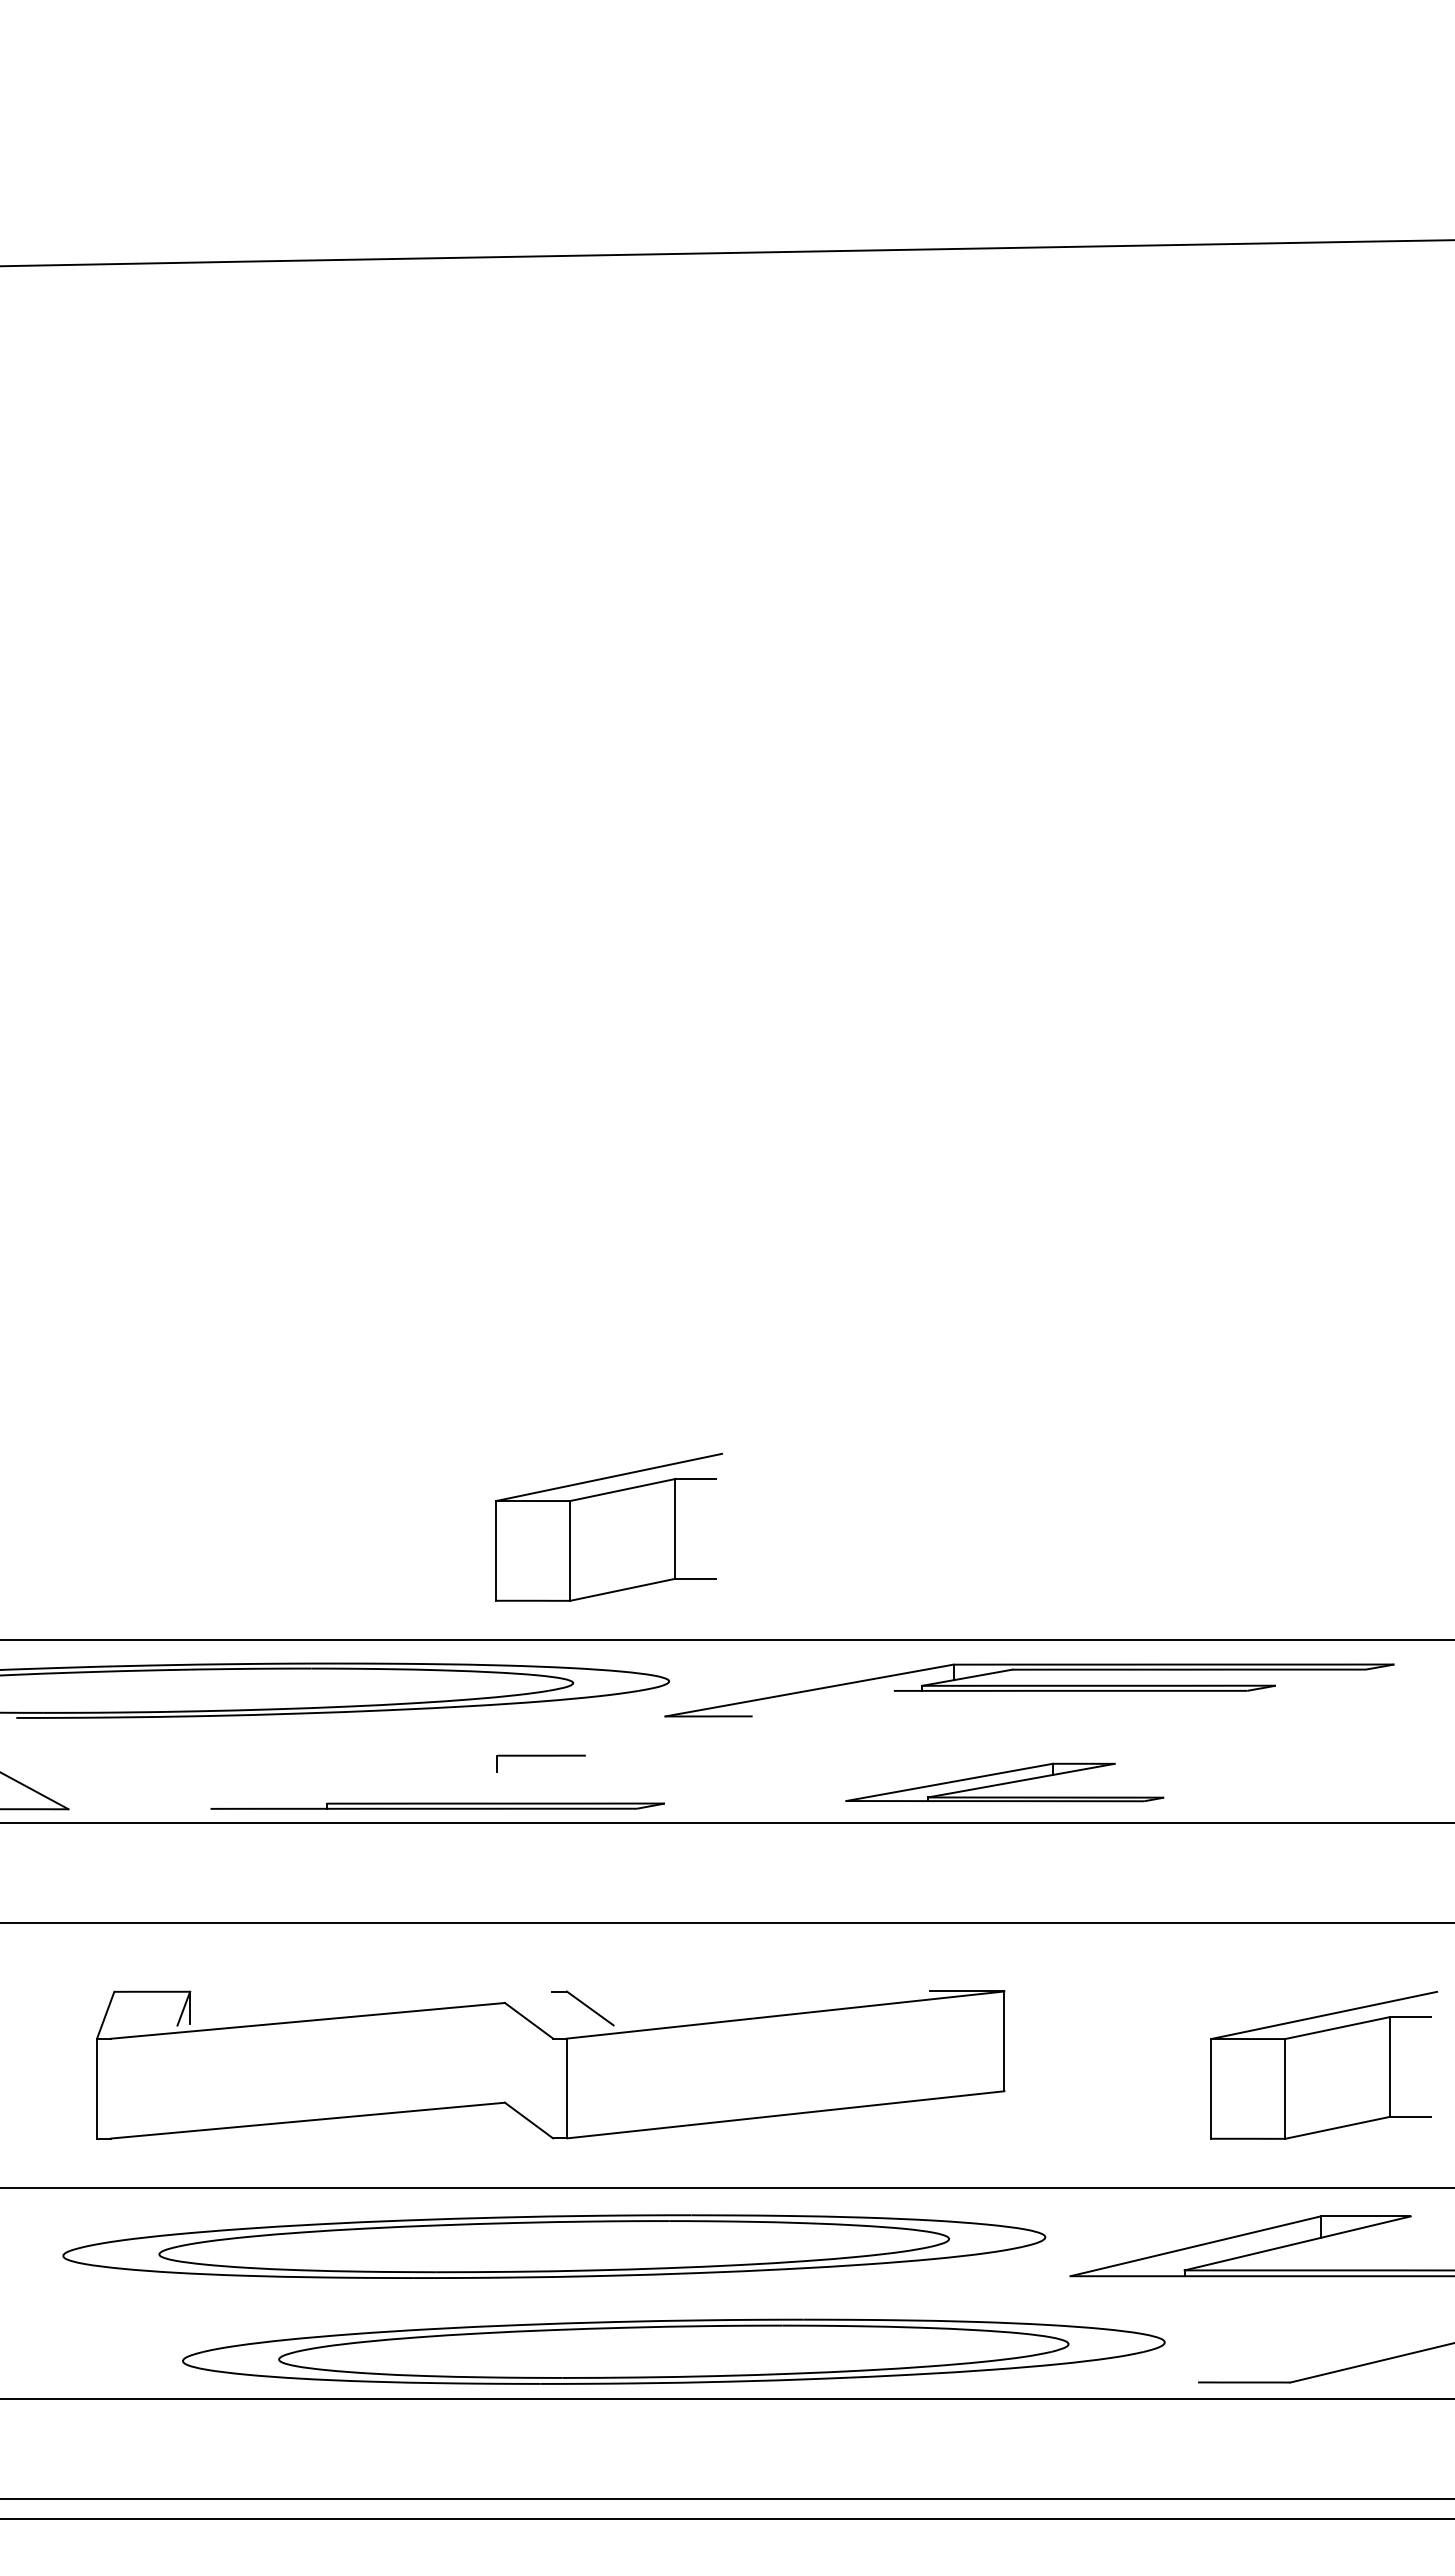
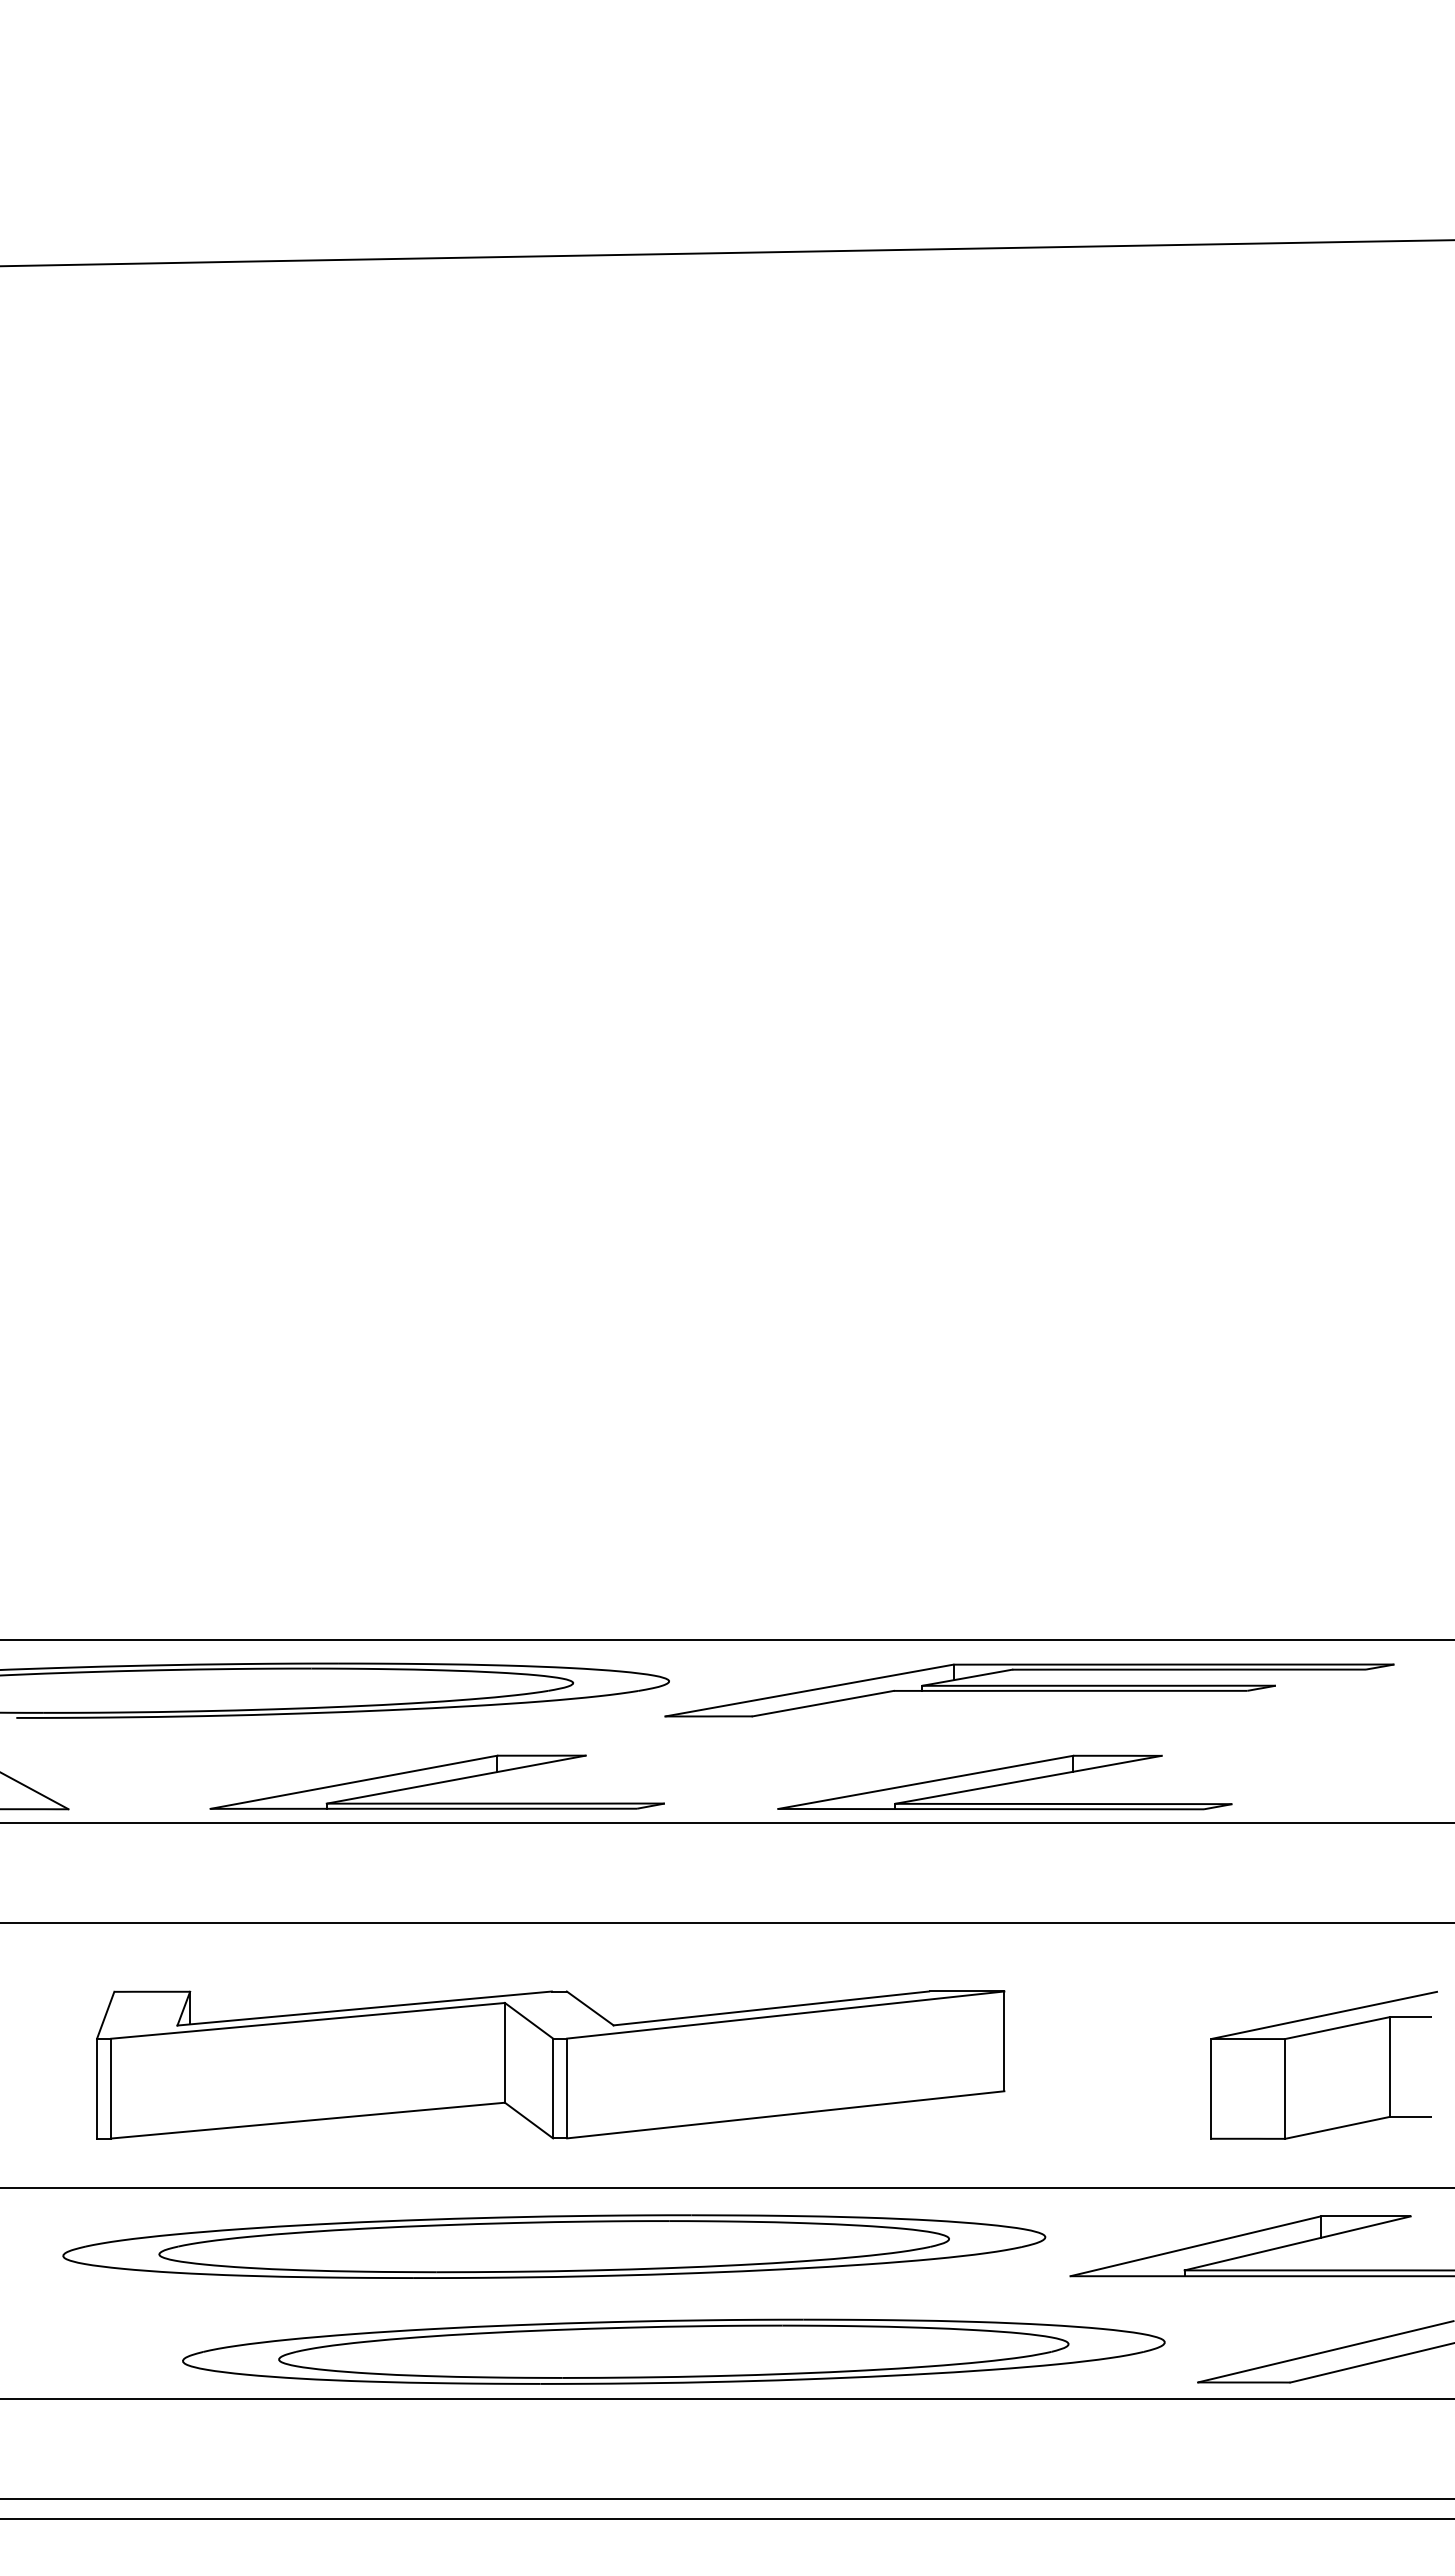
part at (608, 1526): present -> none
line at (822, 1703): none -> present
line at (455, 1779): none -> present
line at (353, 1781): none -> present
part at (1004, 1782) size: 320x41 px -> 456x57 px
line at (364, 2008): none -> present
line at (771, 2008): none -> present
line at (504, 2052): none -> present
line at (111, 2088): none -> present
line at (553, 2088): none -> present
line at (1324, 2351): none -> present
